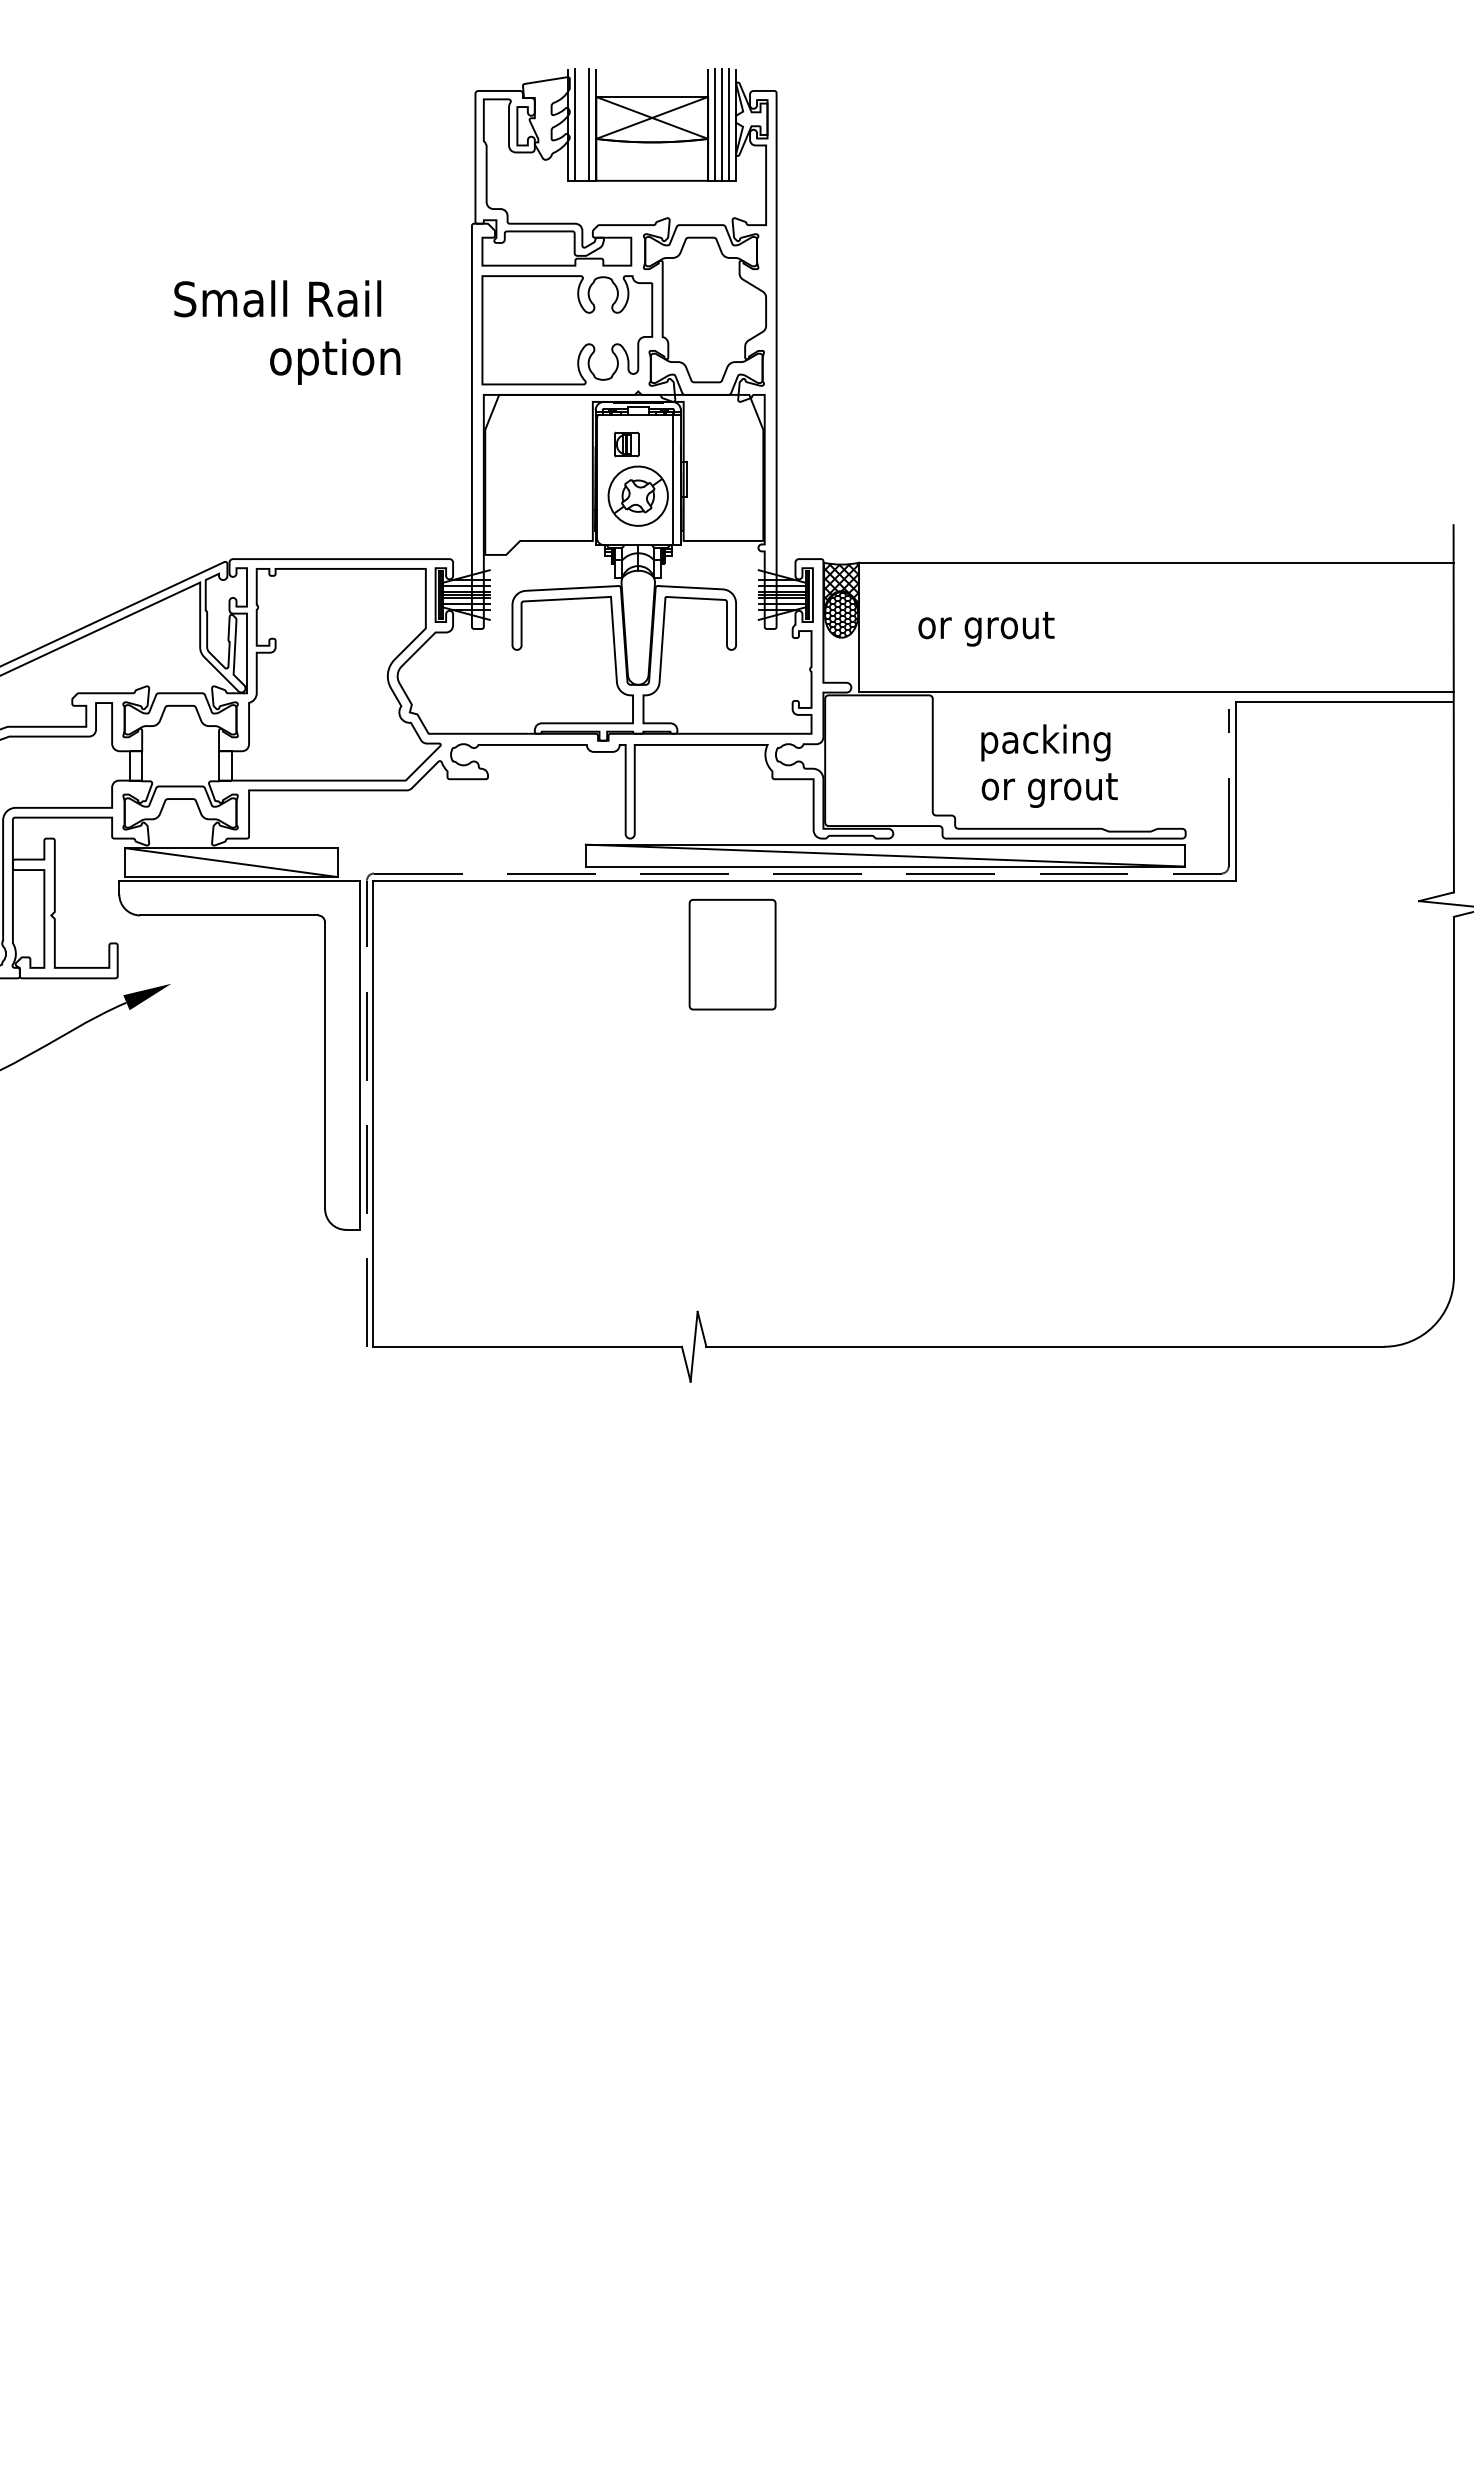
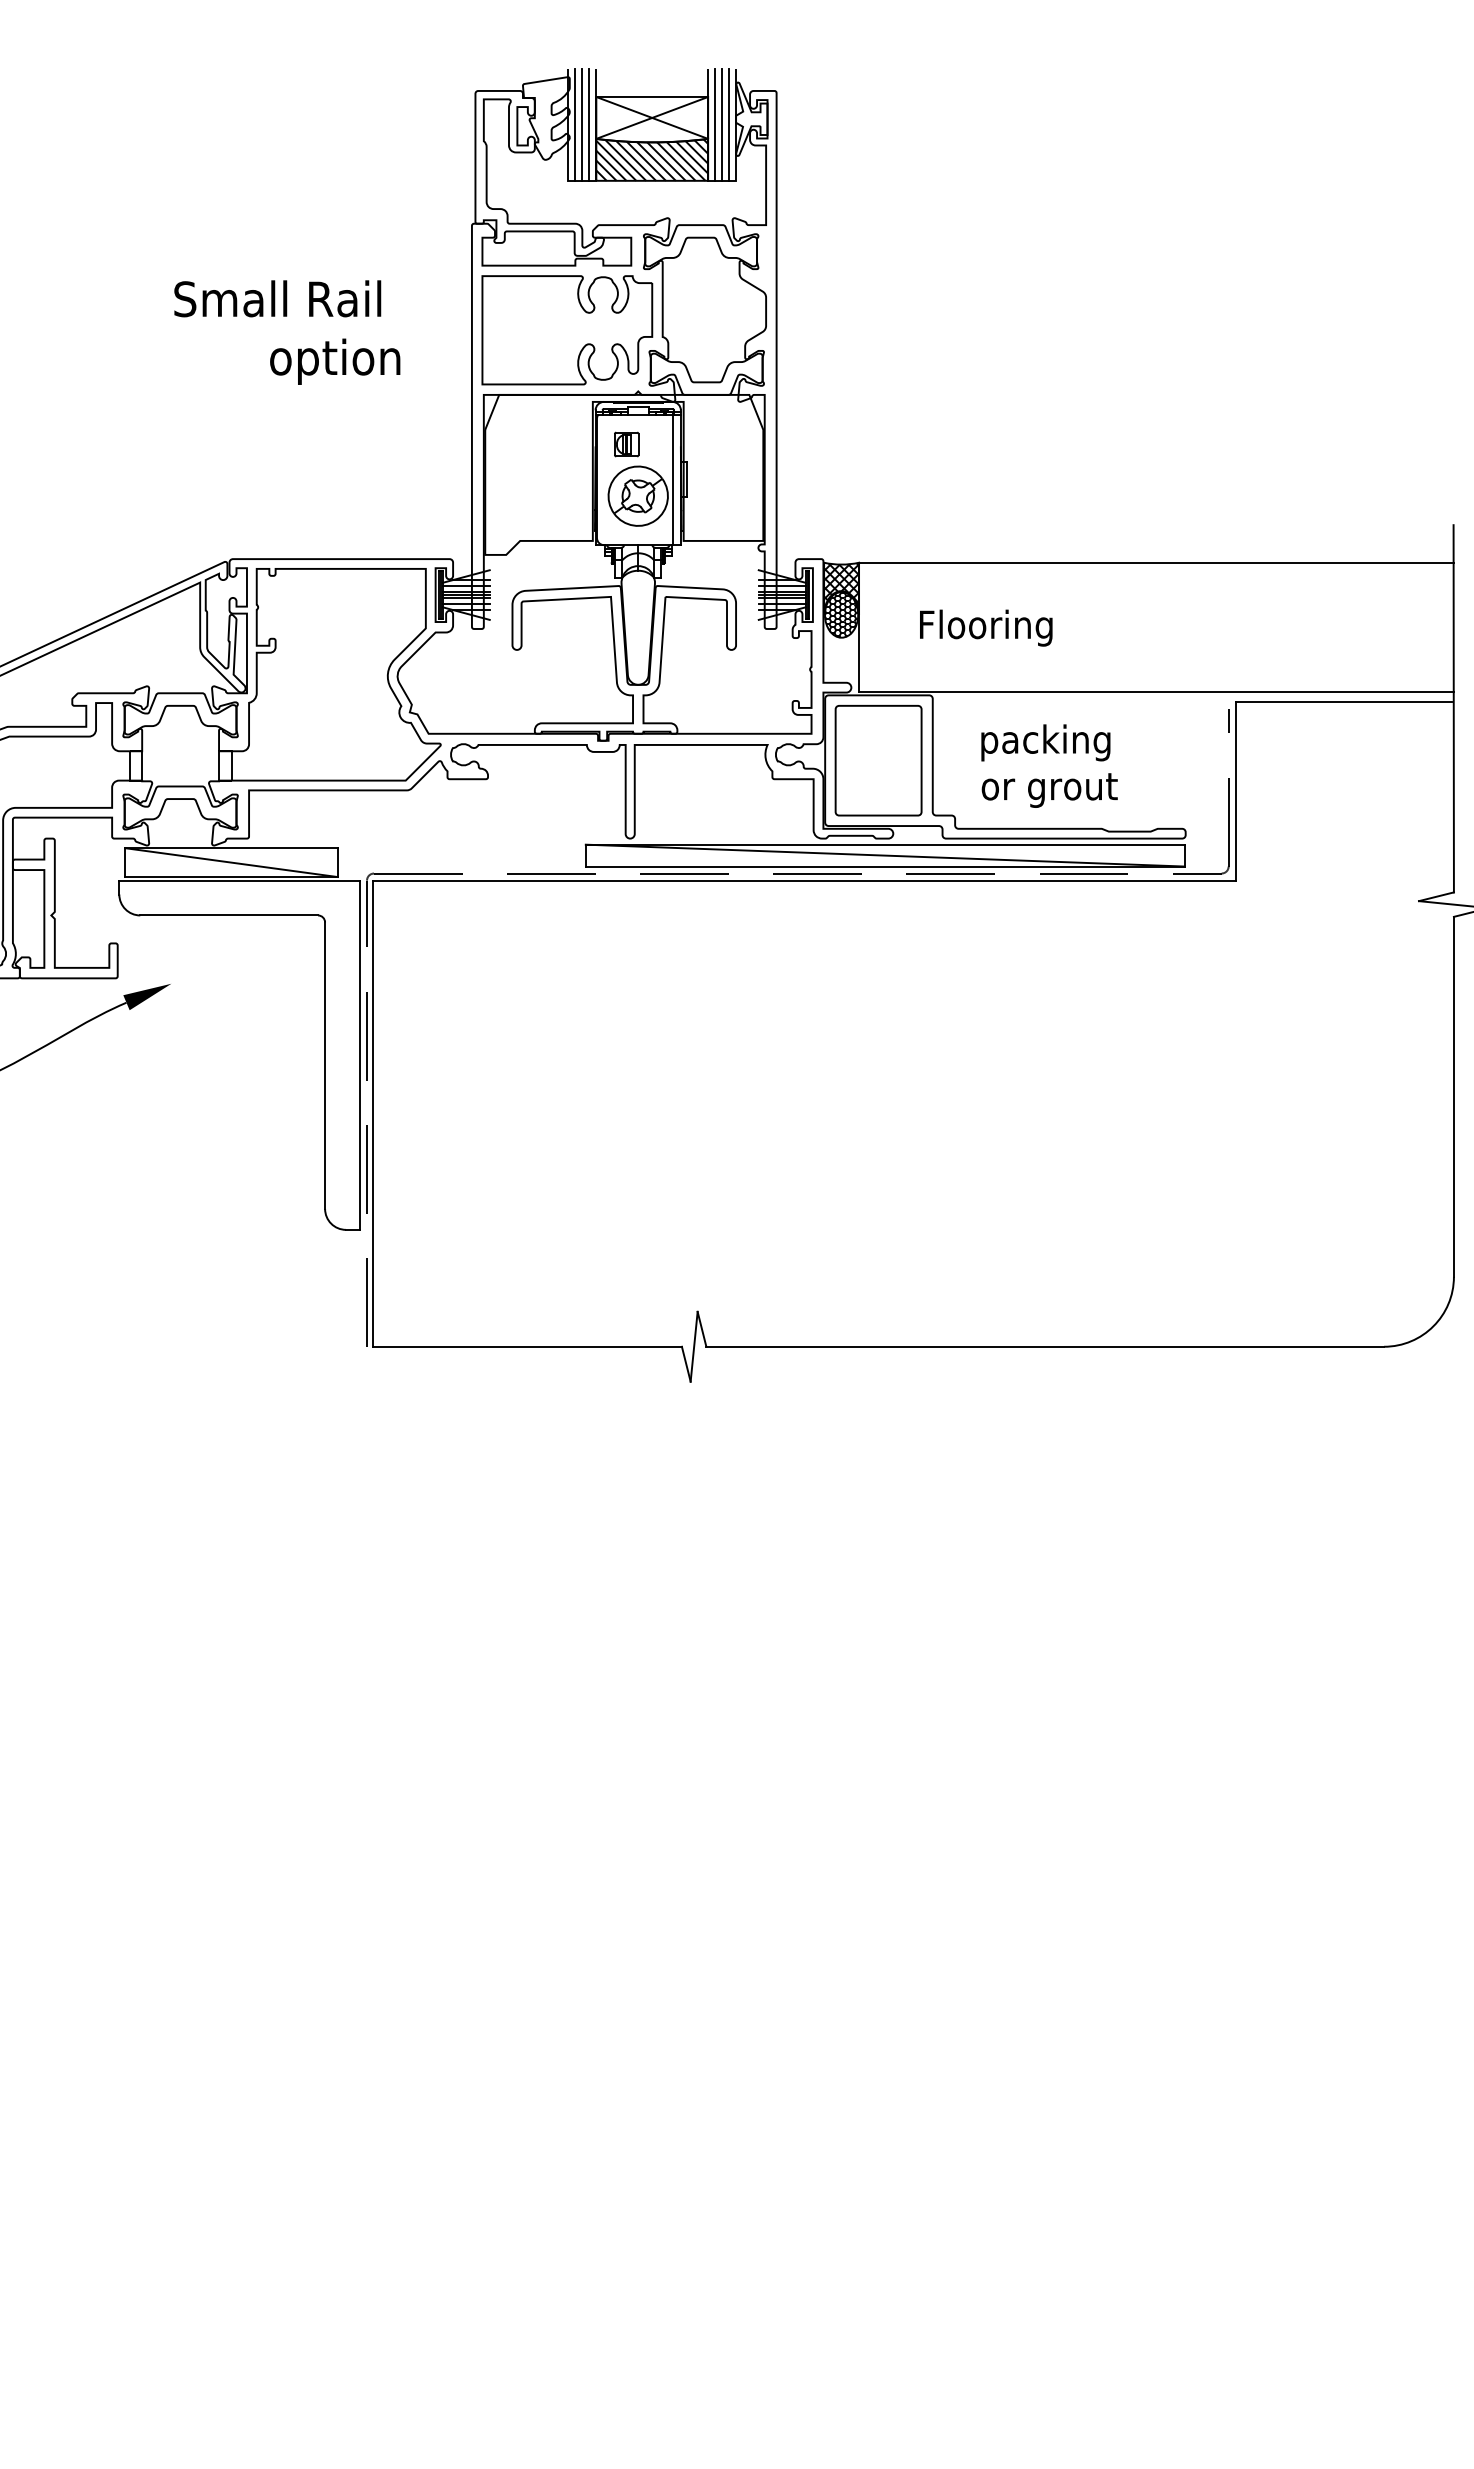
line at (582, 124): none -> present
hatch at (652, 159): none -> present
text at (986, 627): or grout -> Flooring
part at (732, 954) position: (732, 954) -> (878, 760)
